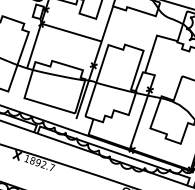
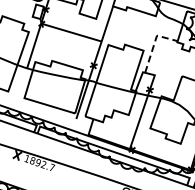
line at (154, 43): solid -> dashed
